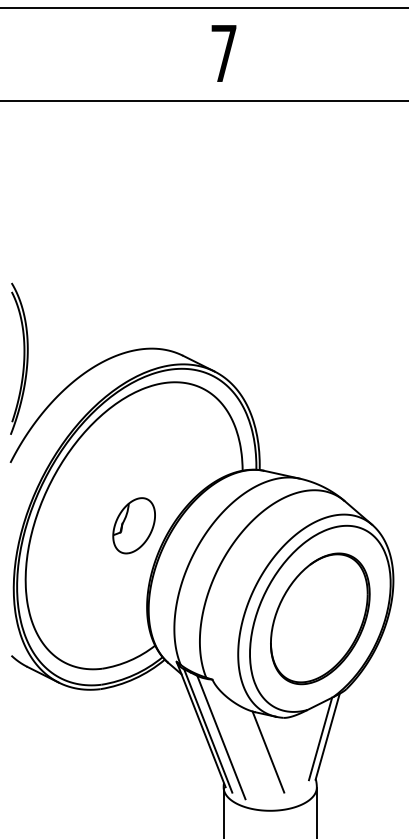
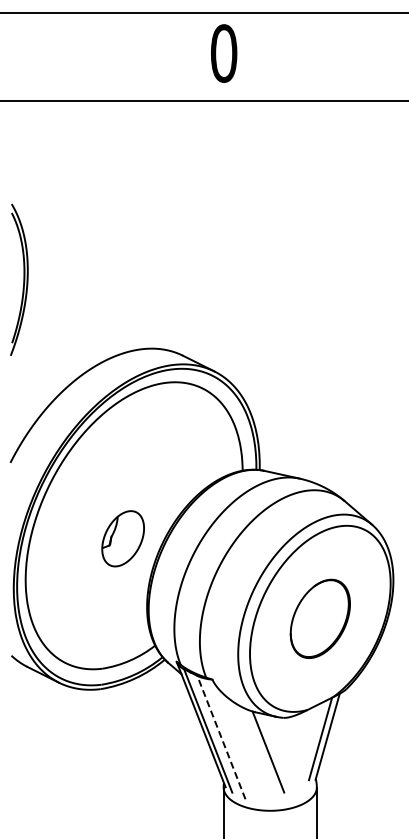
line at (203, 7) position: (203, 7) -> (203, 12)
text at (224, 53): 7 -> 0
part at (19, 358) position: (19, 358) -> (19, 279)
part at (133, 525) position: (133, 525) -> (122, 538)
part at (320, 618) size: 101x134 px -> 62x81 px
line at (221, 737): solid -> dashed
